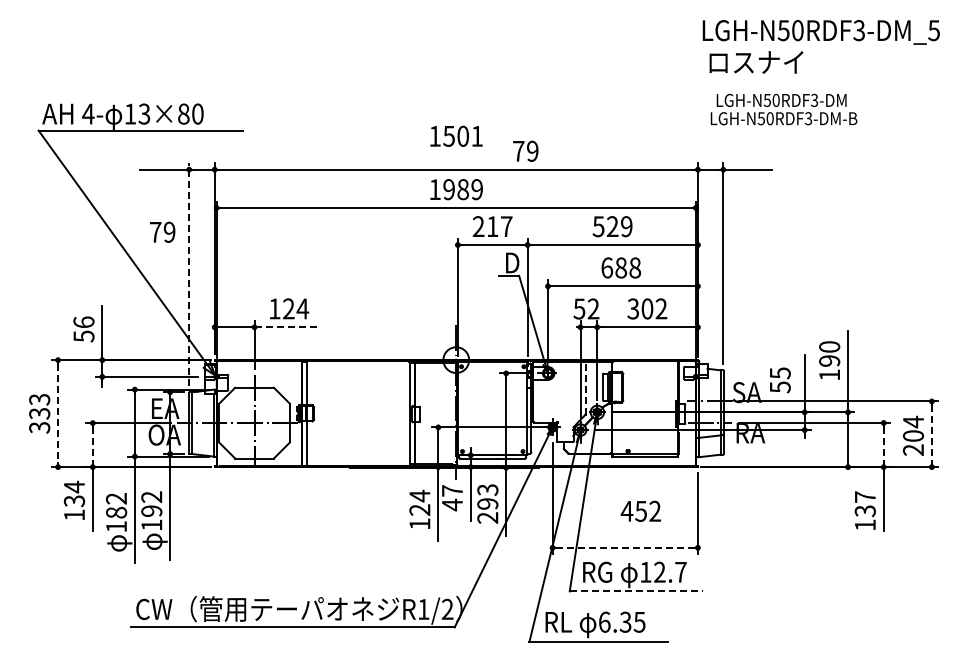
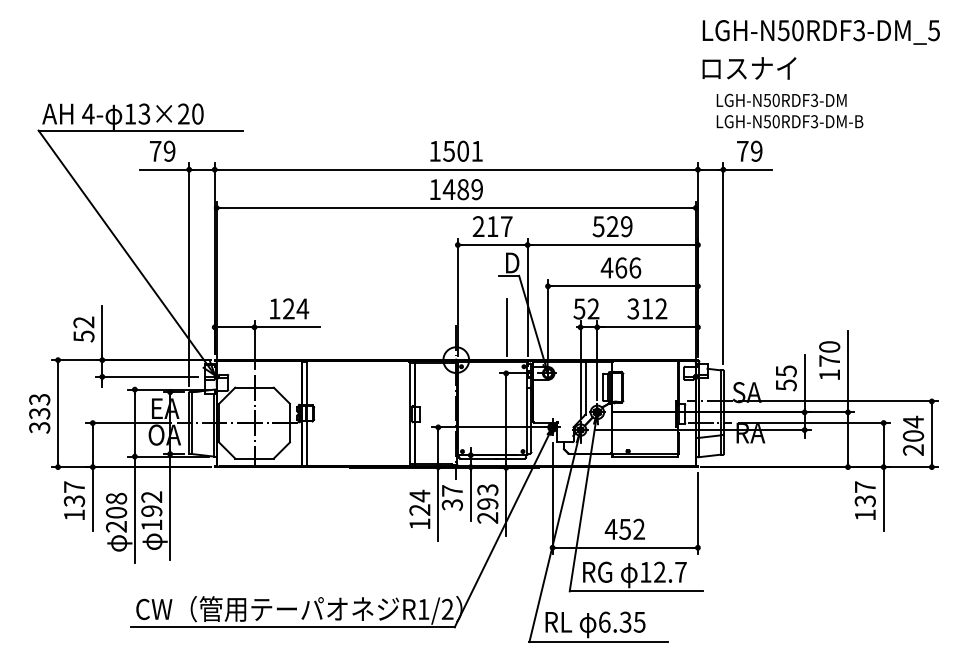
text at (756, 62) position: (756, 62) -> (749, 68)
text at (183, 113): 13×80 -> 13×20
text at (783, 118) position: (783, 118) -> (789, 121)
text at (456, 135) position: (456, 135) -> (456, 150)
text at (525, 150) position: (525, 150) -> (749, 150)
text at (448, 189): 1989 -> 1489
text at (162, 231) position: (162, 231) -> (162, 150)
text at (620, 267): 688 -> 466
line at (189, 274): dashed -> solid
text at (647, 308): 302 -> 312
text at (83, 322): 56 -> 52
line at (287, 327): dashed -> solid
line at (506, 327): none -> present
text at (829, 360): 190 -> 170
text at (780, 380) position: (780, 380) -> (786, 378)
line at (585, 387): dashed -> solid
line at (58, 413): dashed -> solid
line at (931, 434): dashed -> solid
line at (92, 445): dashed -> solid
line at (883, 445): dashed -> solid
text at (74, 486): 134 -> 137
text at (452, 504): 47 -> 37
text at (640, 510) position: (640, 510) -> (624, 528)
text at (864, 510) position: (864, 510) -> (864, 500)
text at (116, 512): 182 -> 208
line at (625, 547): dashed -> solid
line at (636, 591): dashed -> solid
